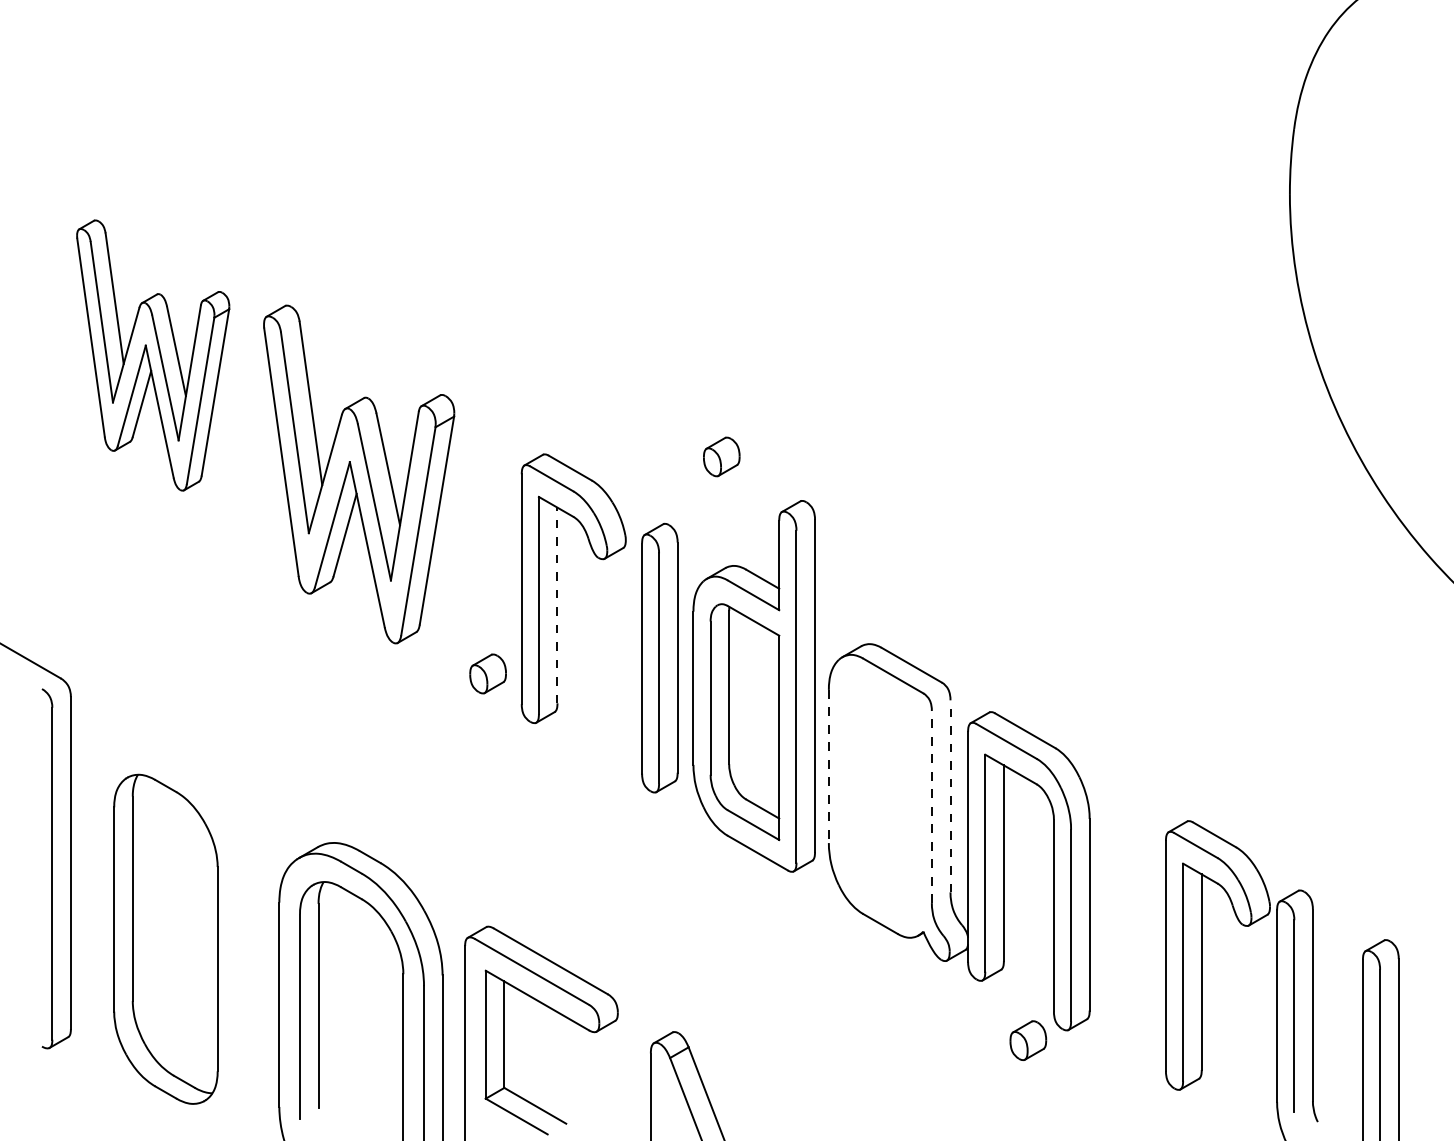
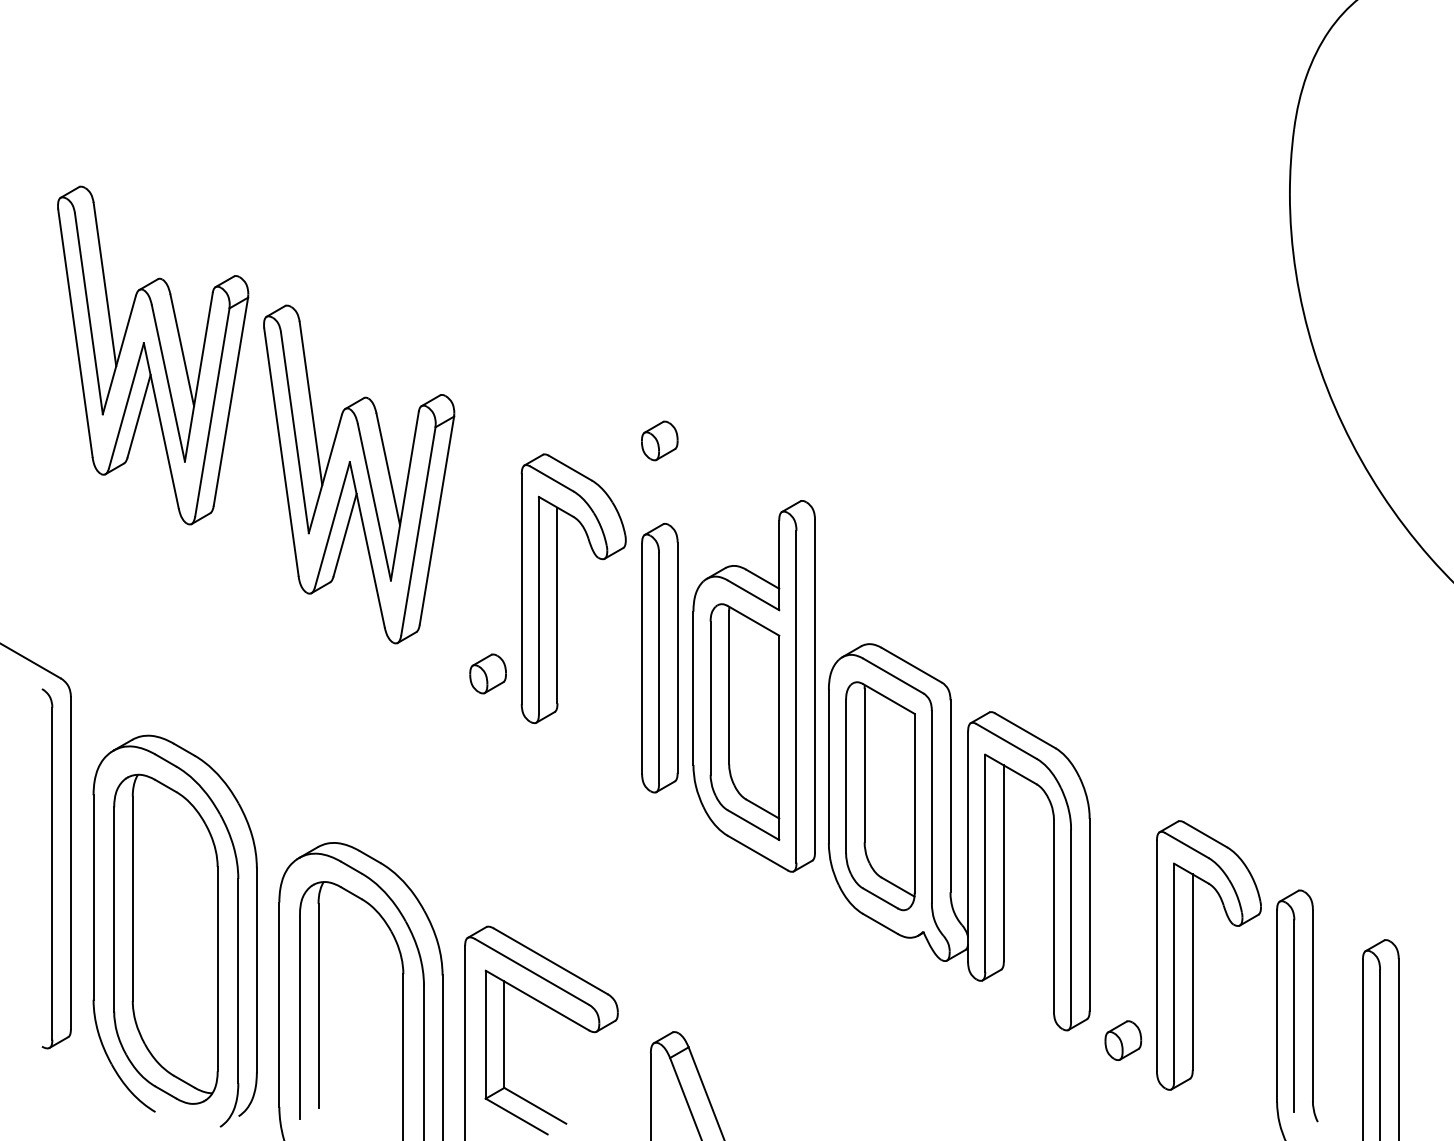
part at (153, 355) size: 155x273 px -> 193x341 px
part at (721, 456) position: (721, 456) -> (659, 440)
line at (557, 605): dashed -> solid
line at (828, 766): dashed -> solid
line at (950, 795): dashed -> solid
part at (880, 796): none -> present
line at (931, 806): dashed -> solid
part at (237, 930): none -> present
part at (1202, 955) position: (1202, 955) -> (1193, 955)
part at (1028, 1040) position: (1028, 1040) -> (1123, 1040)
